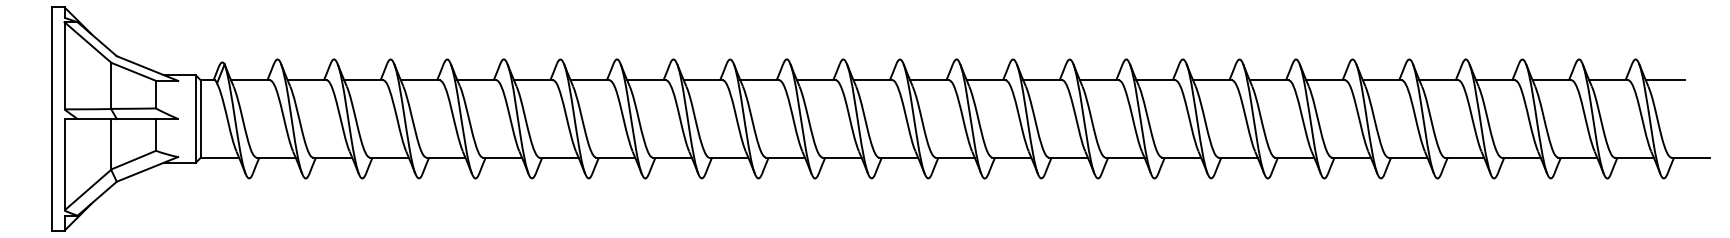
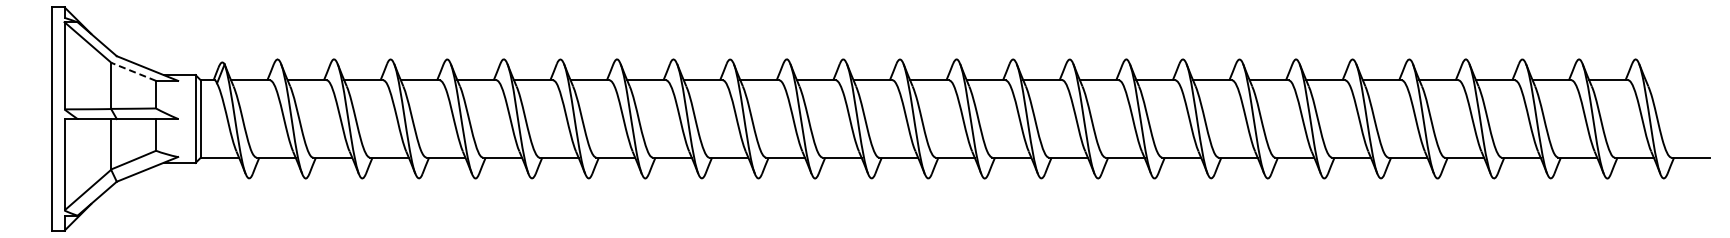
line at (133, 71): solid -> dashed
line at (1664, 80): present -> none
